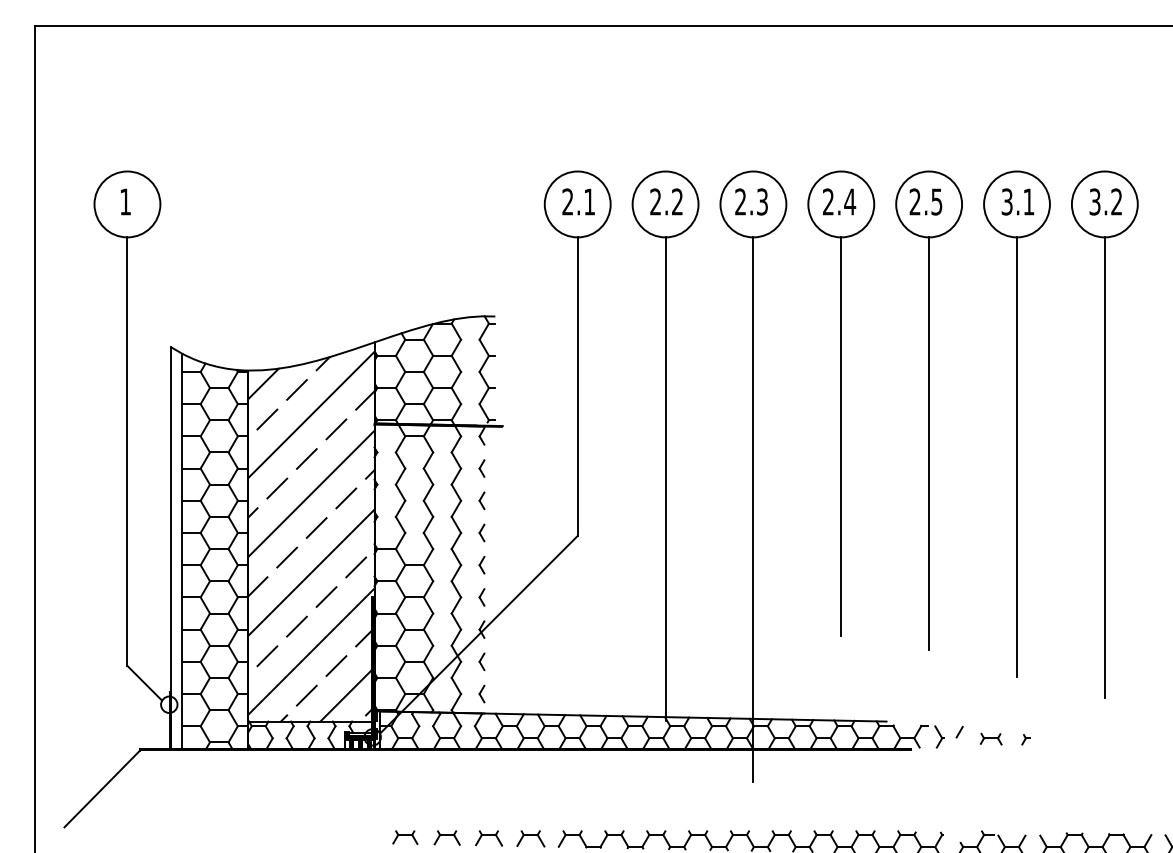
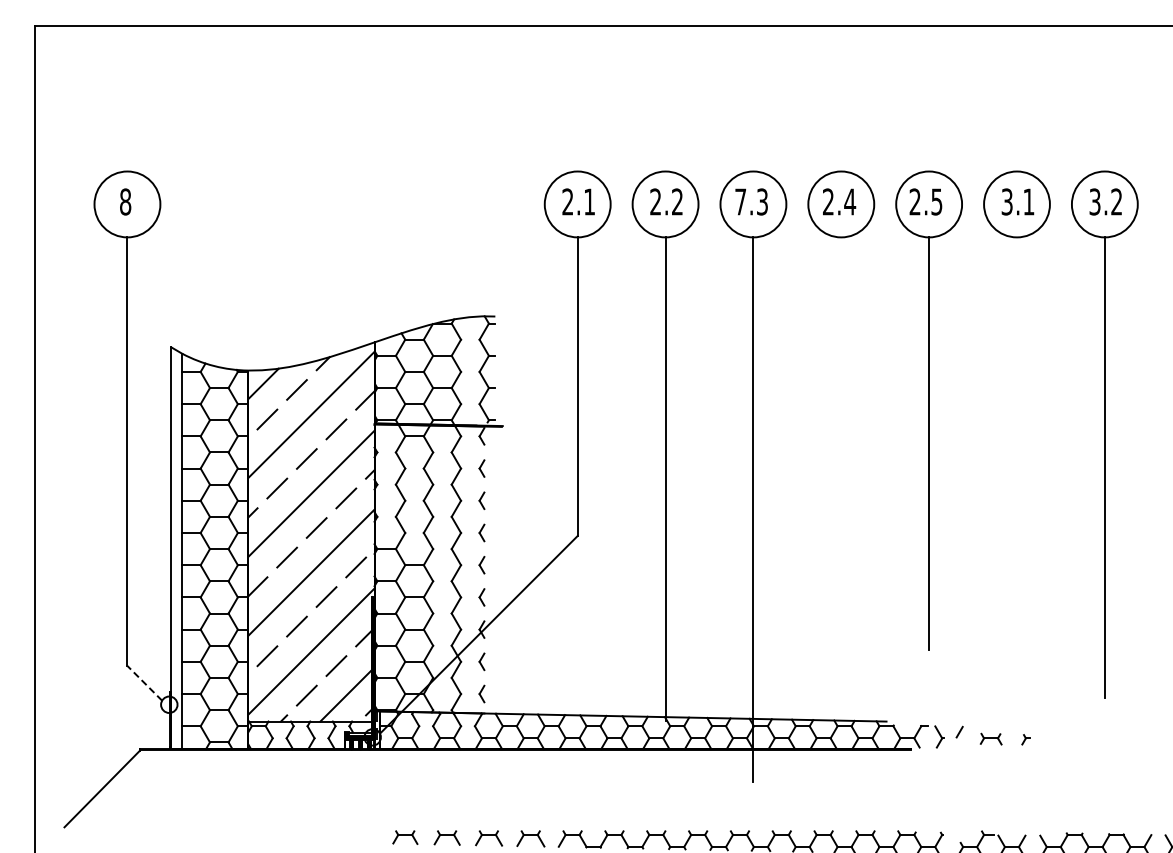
text at (125, 201): 1 -> 8
text at (740, 201): 2.3 -> 7.3
line at (841, 436): present -> none
line at (1017, 457): present -> none
line at (144, 683): solid -> dashed
